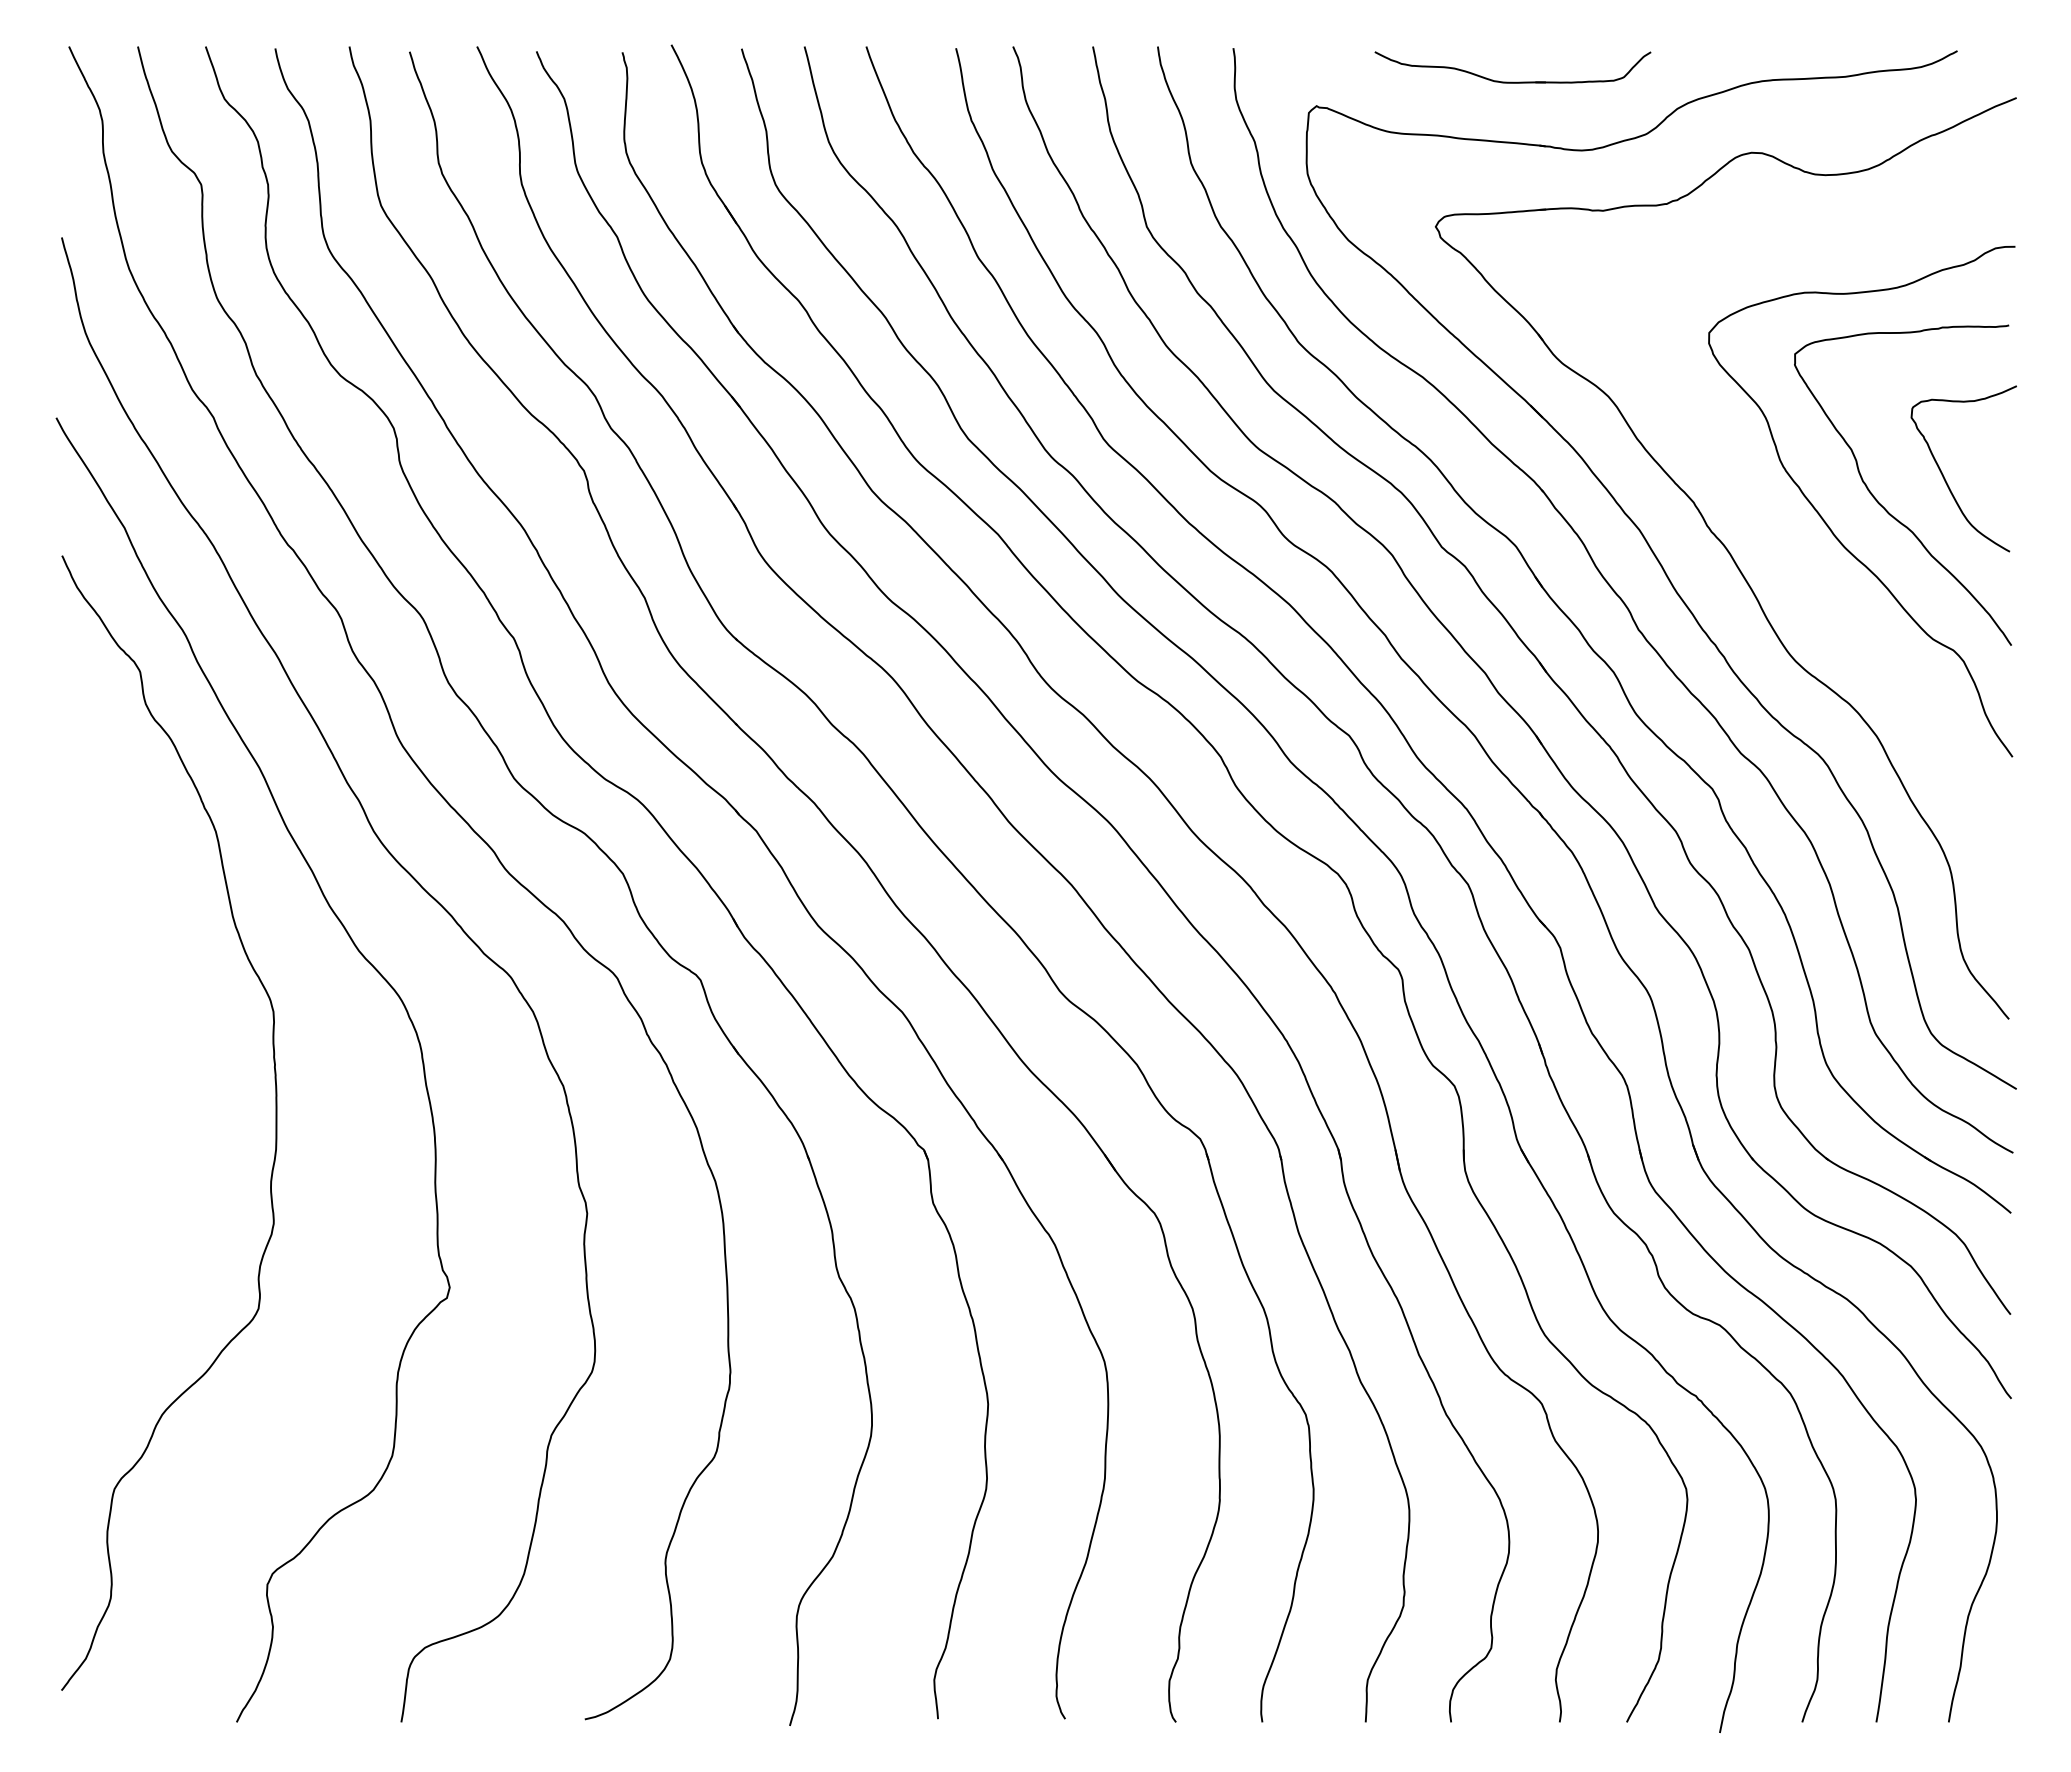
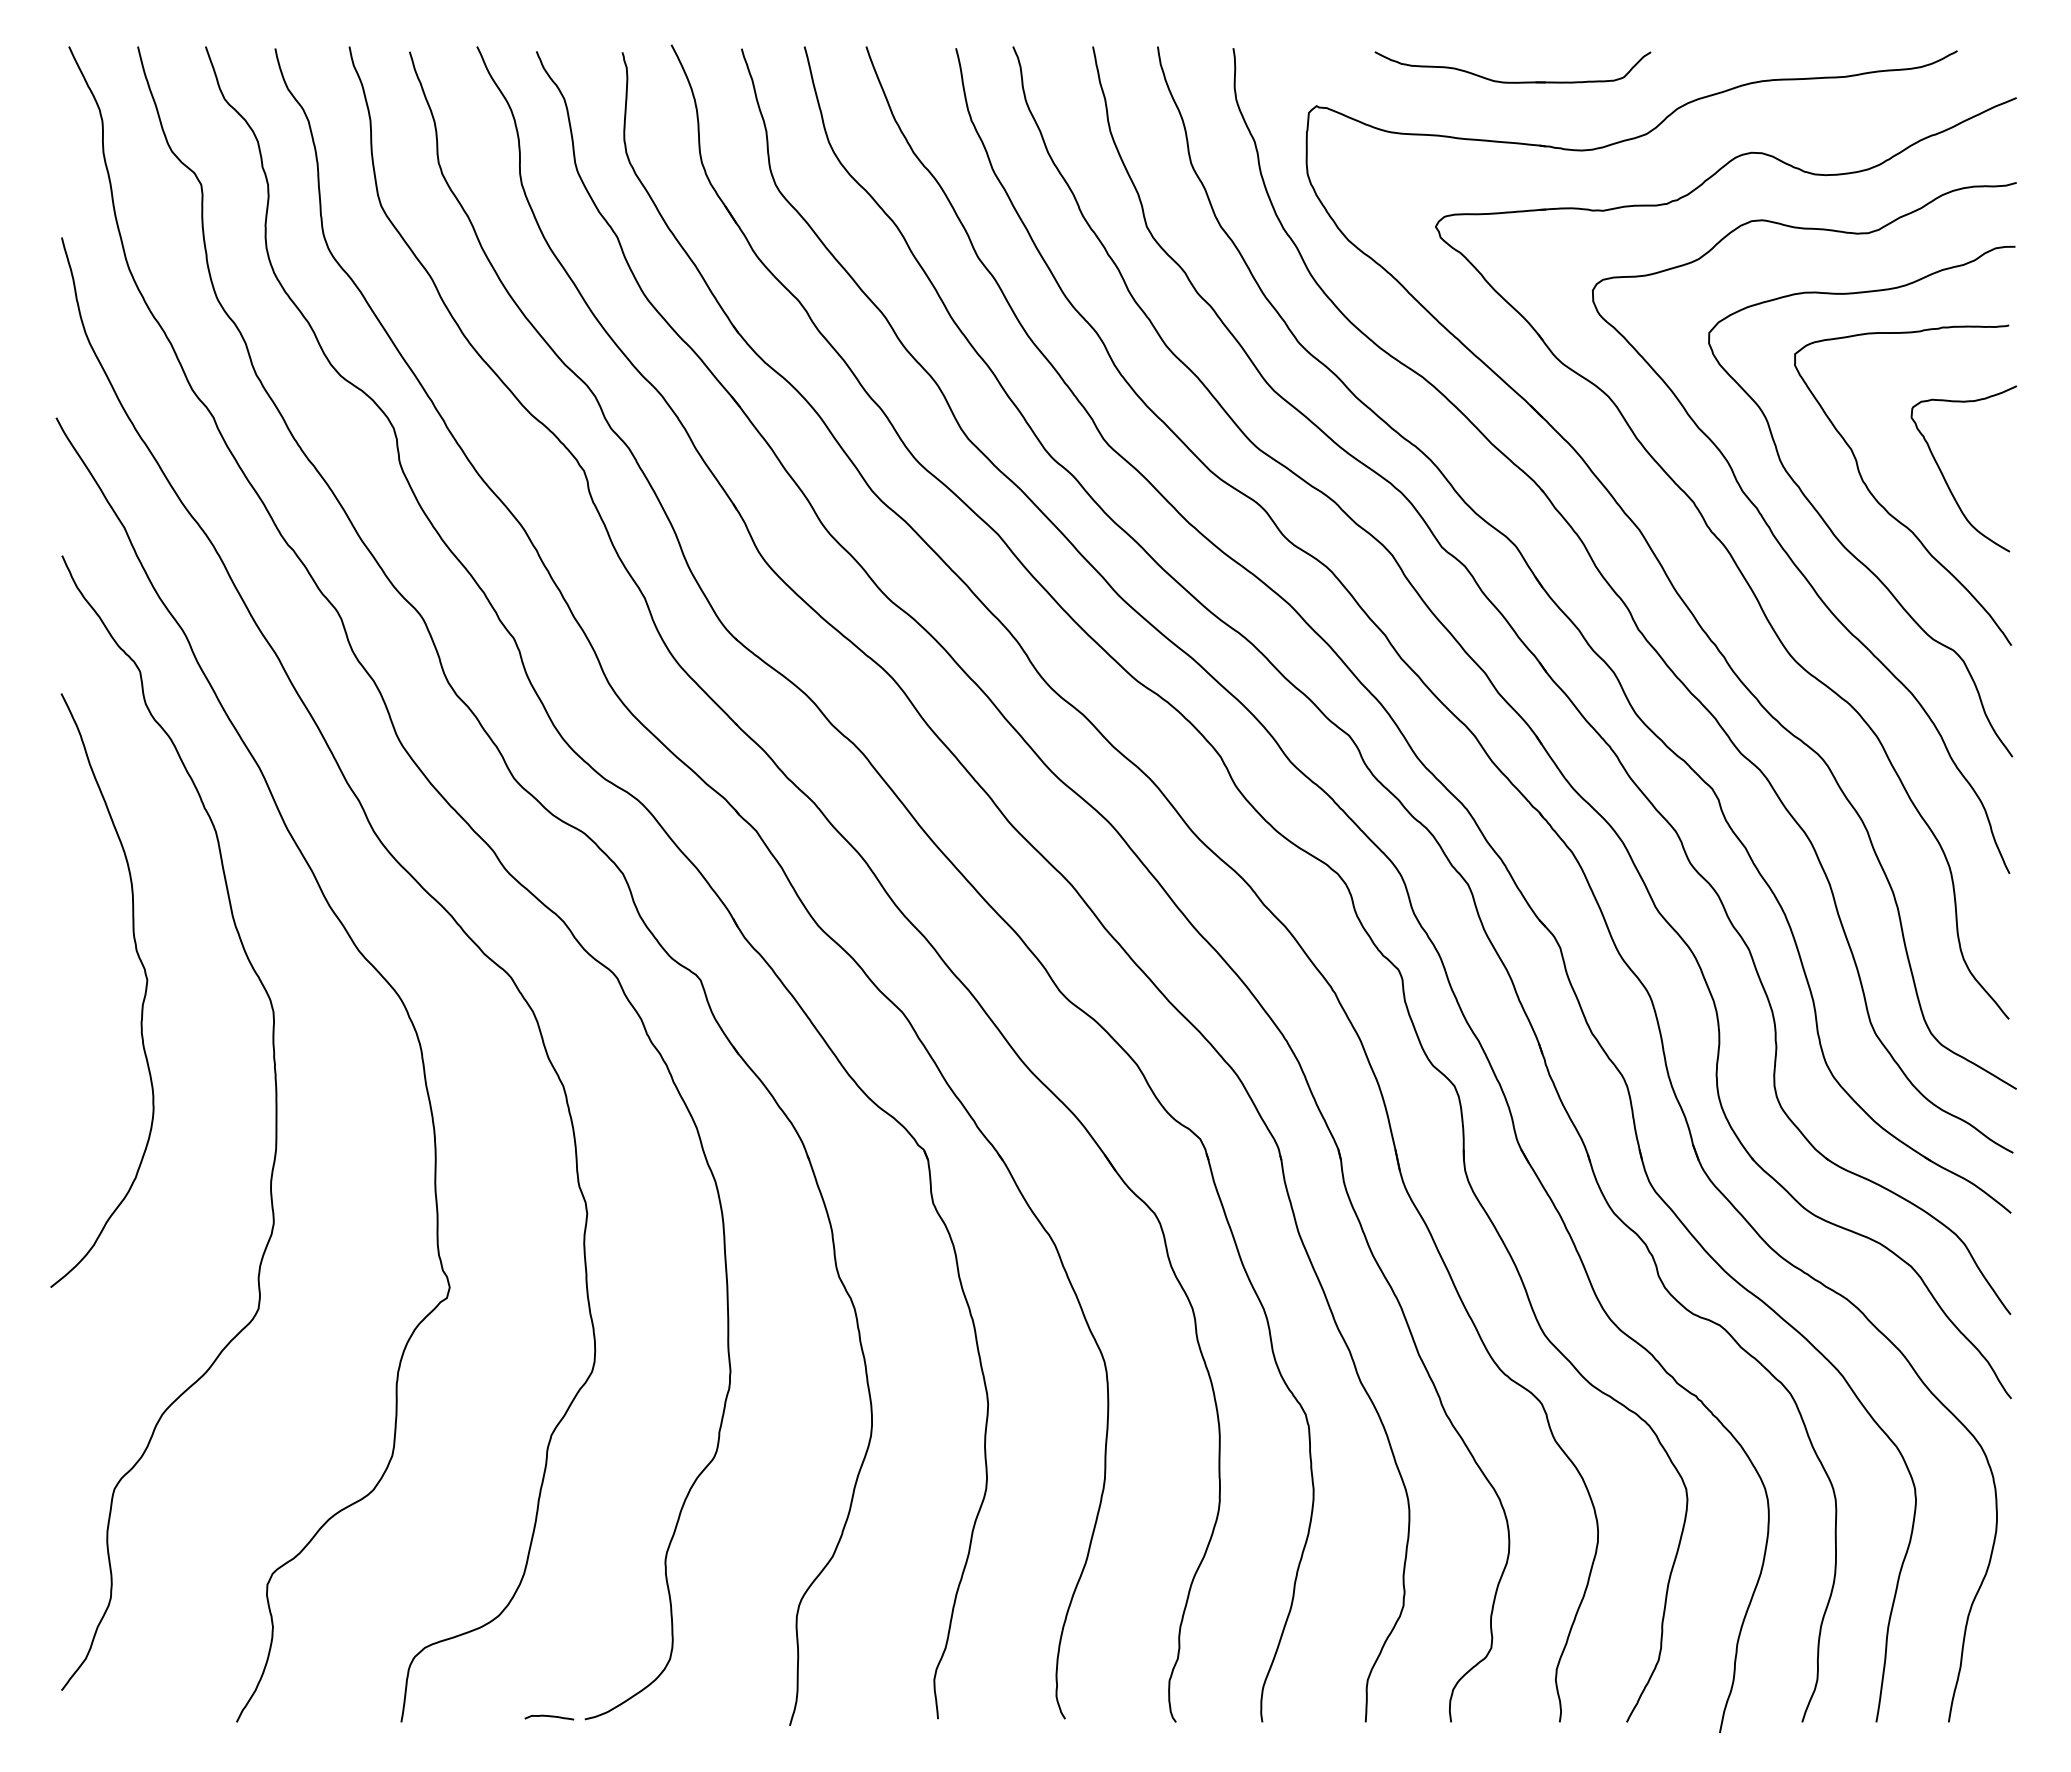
curve at (1781, 544): none -> present
curve at (142, 1001): none -> present
curve at (549, 1717): none -> present
